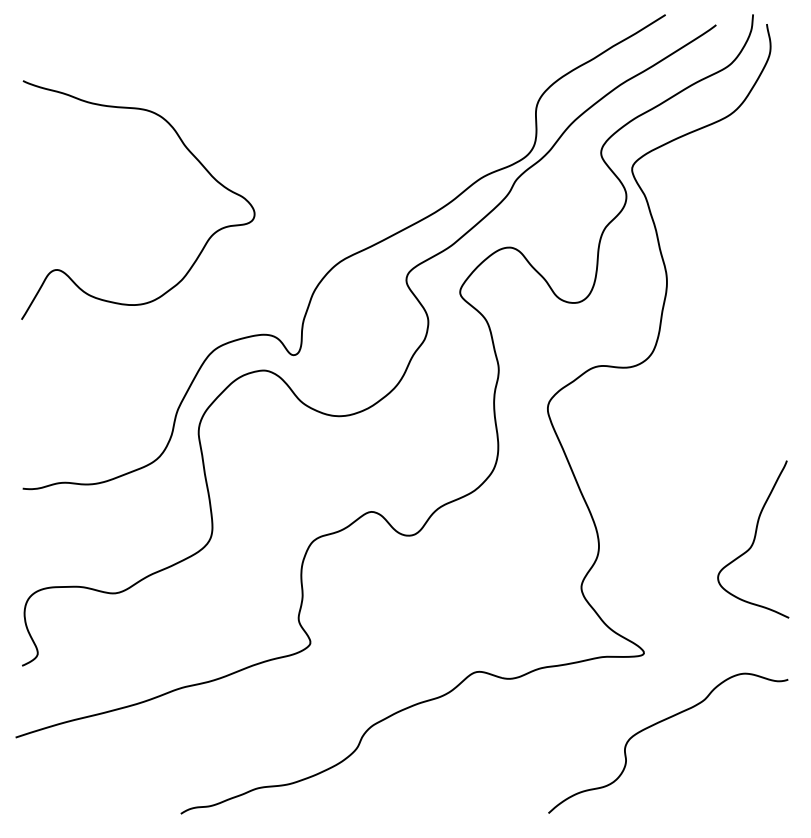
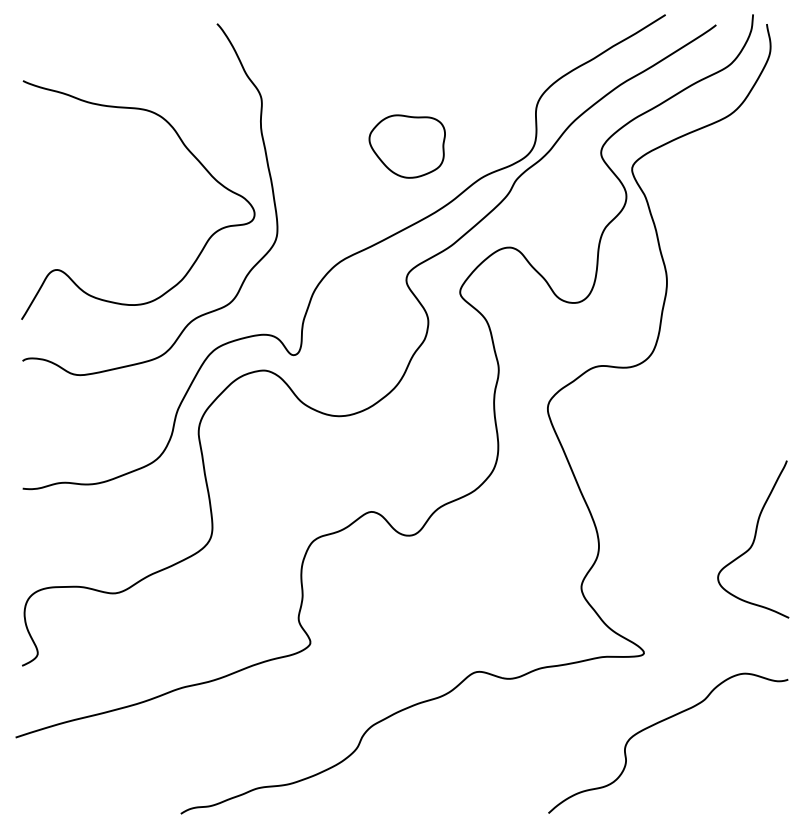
part at (406, 146): none -> present
curve at (268, 173): none -> present
